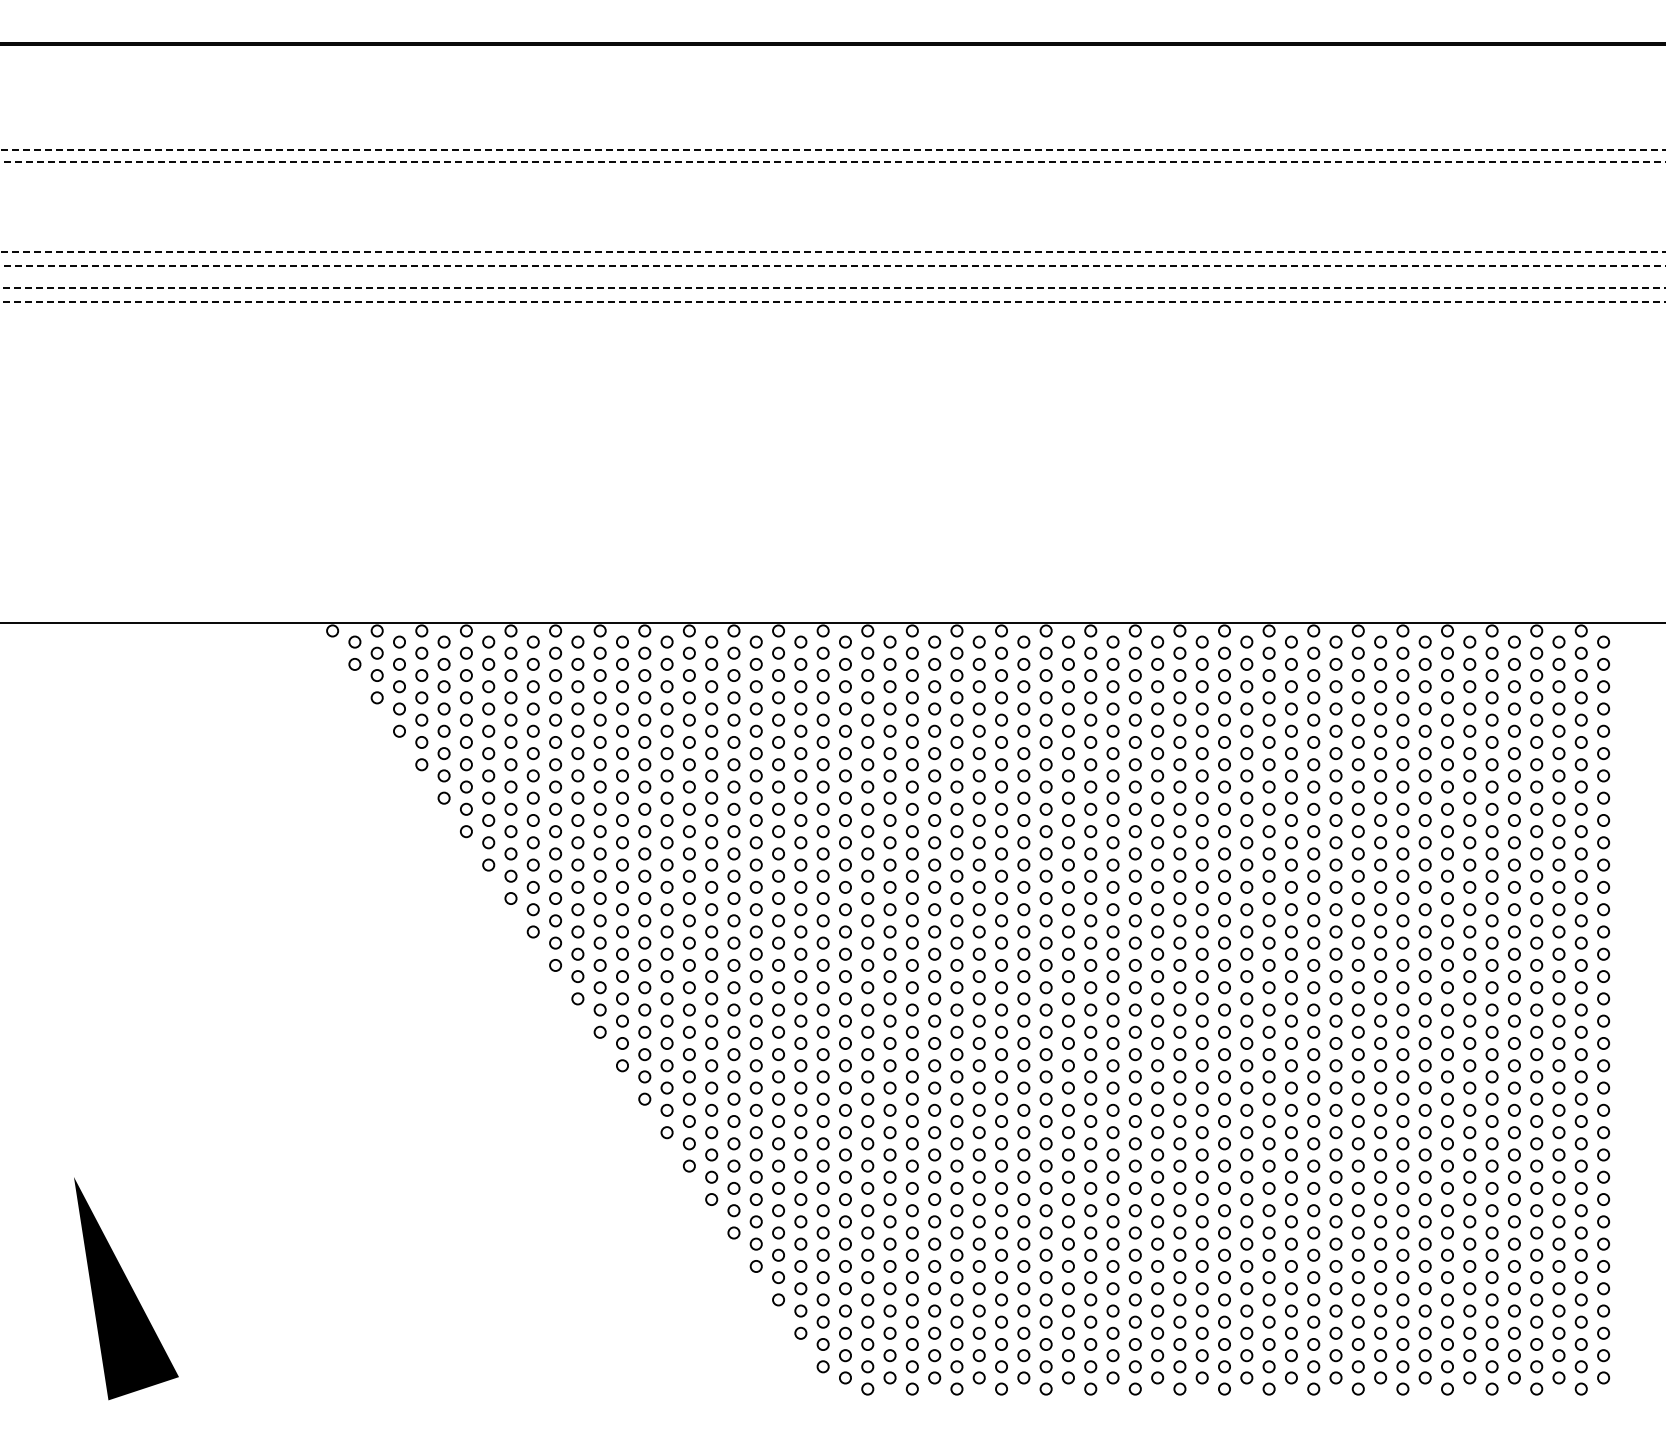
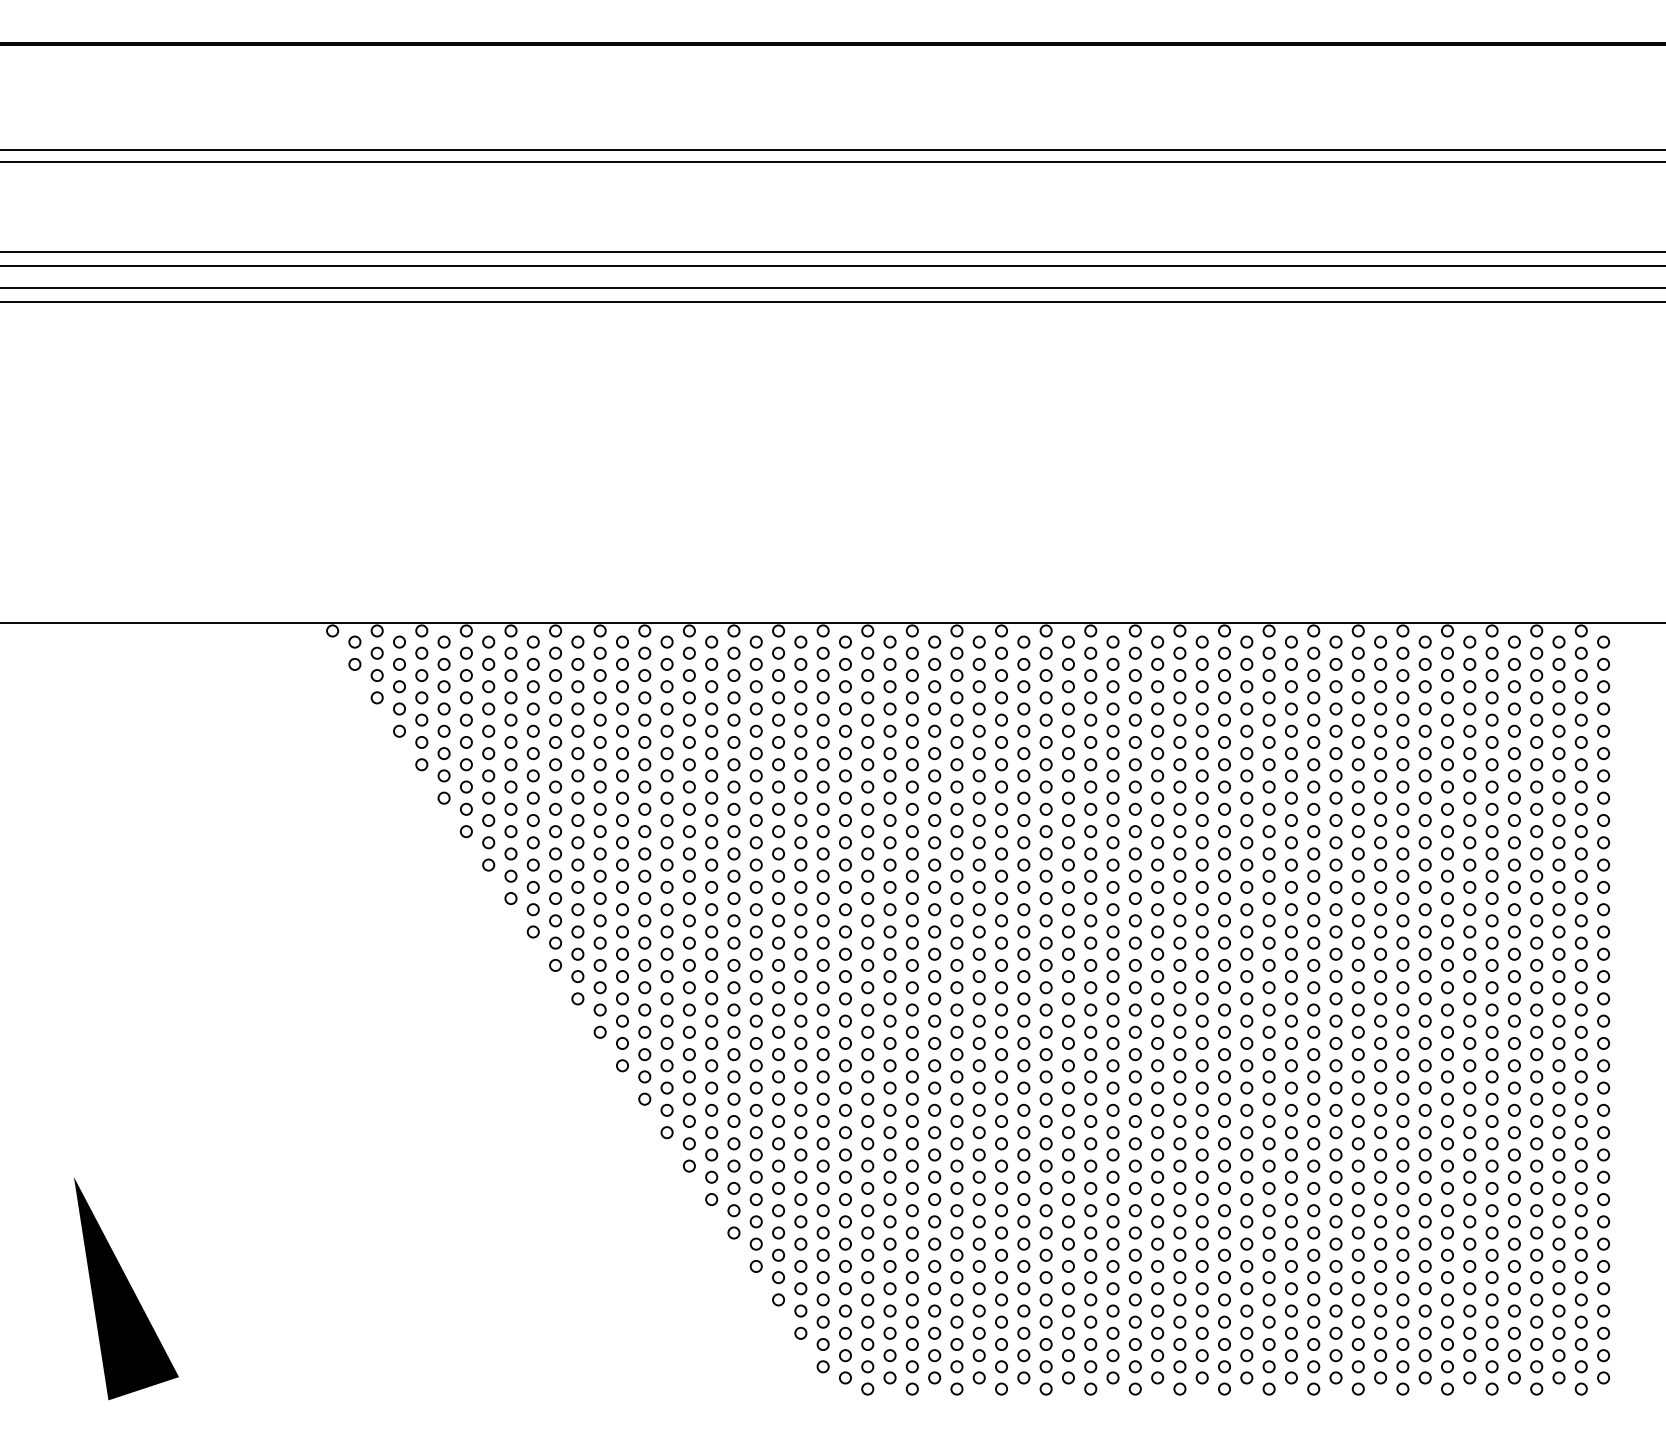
line at (833, 150): dashed -> solid
line at (833, 161): dashed -> solid
line at (833, 252): dashed -> solid
line at (833, 265): dashed -> solid
line at (832, 288): dashed -> solid
line at (833, 301): dashed -> solid
